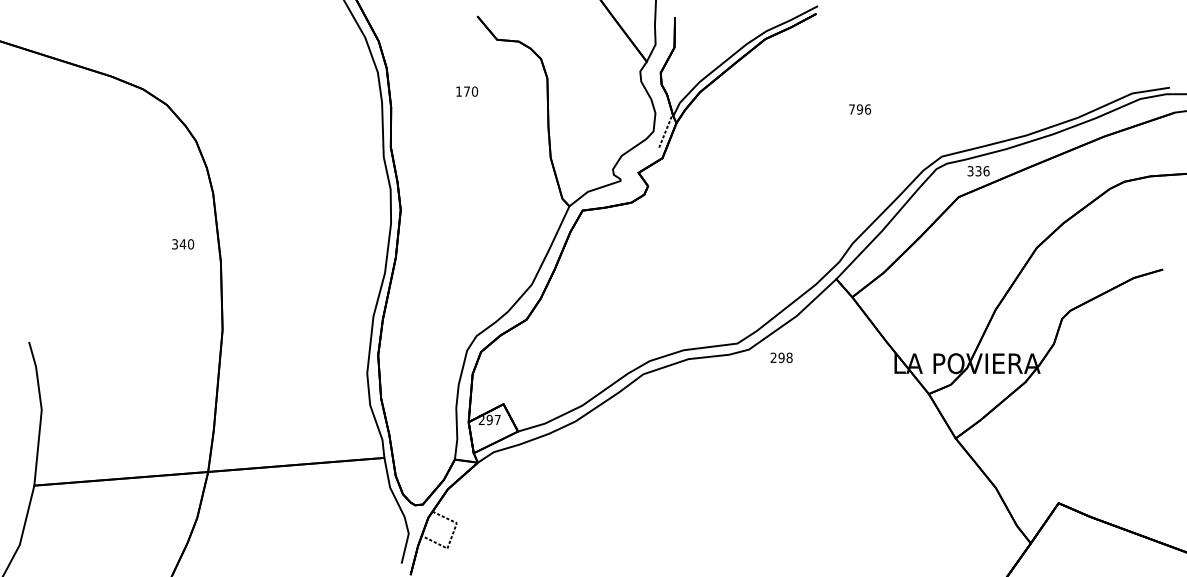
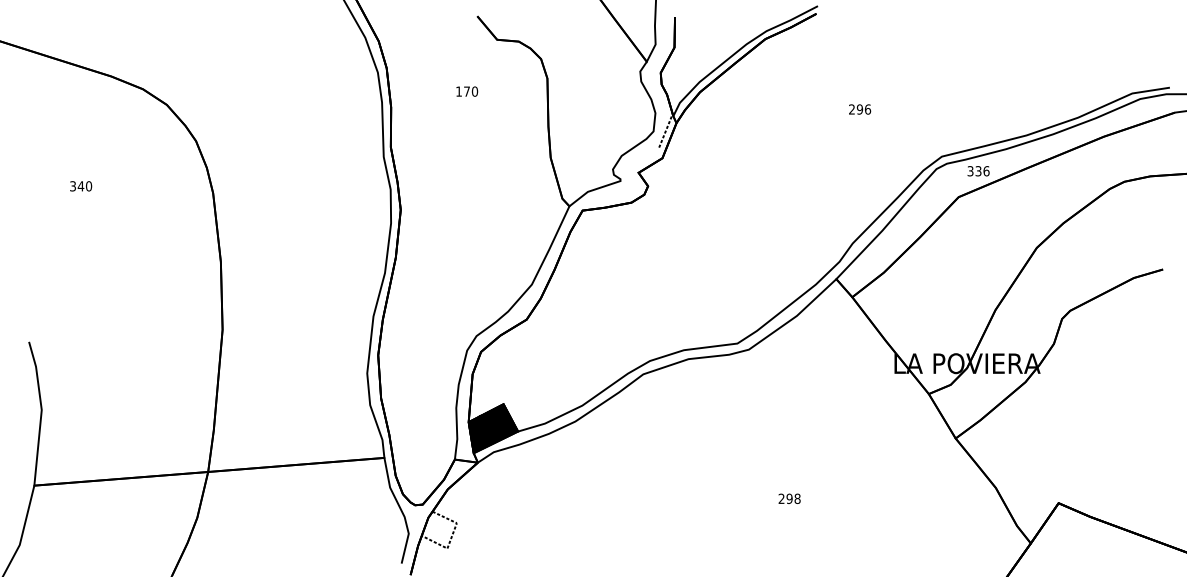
text at (851, 109): 796 -> 296
text at (183, 244) position: (183, 244) -> (81, 186)
text at (781, 357) position: (781, 357) -> (789, 498)
fill at (493, 428): none -> present
